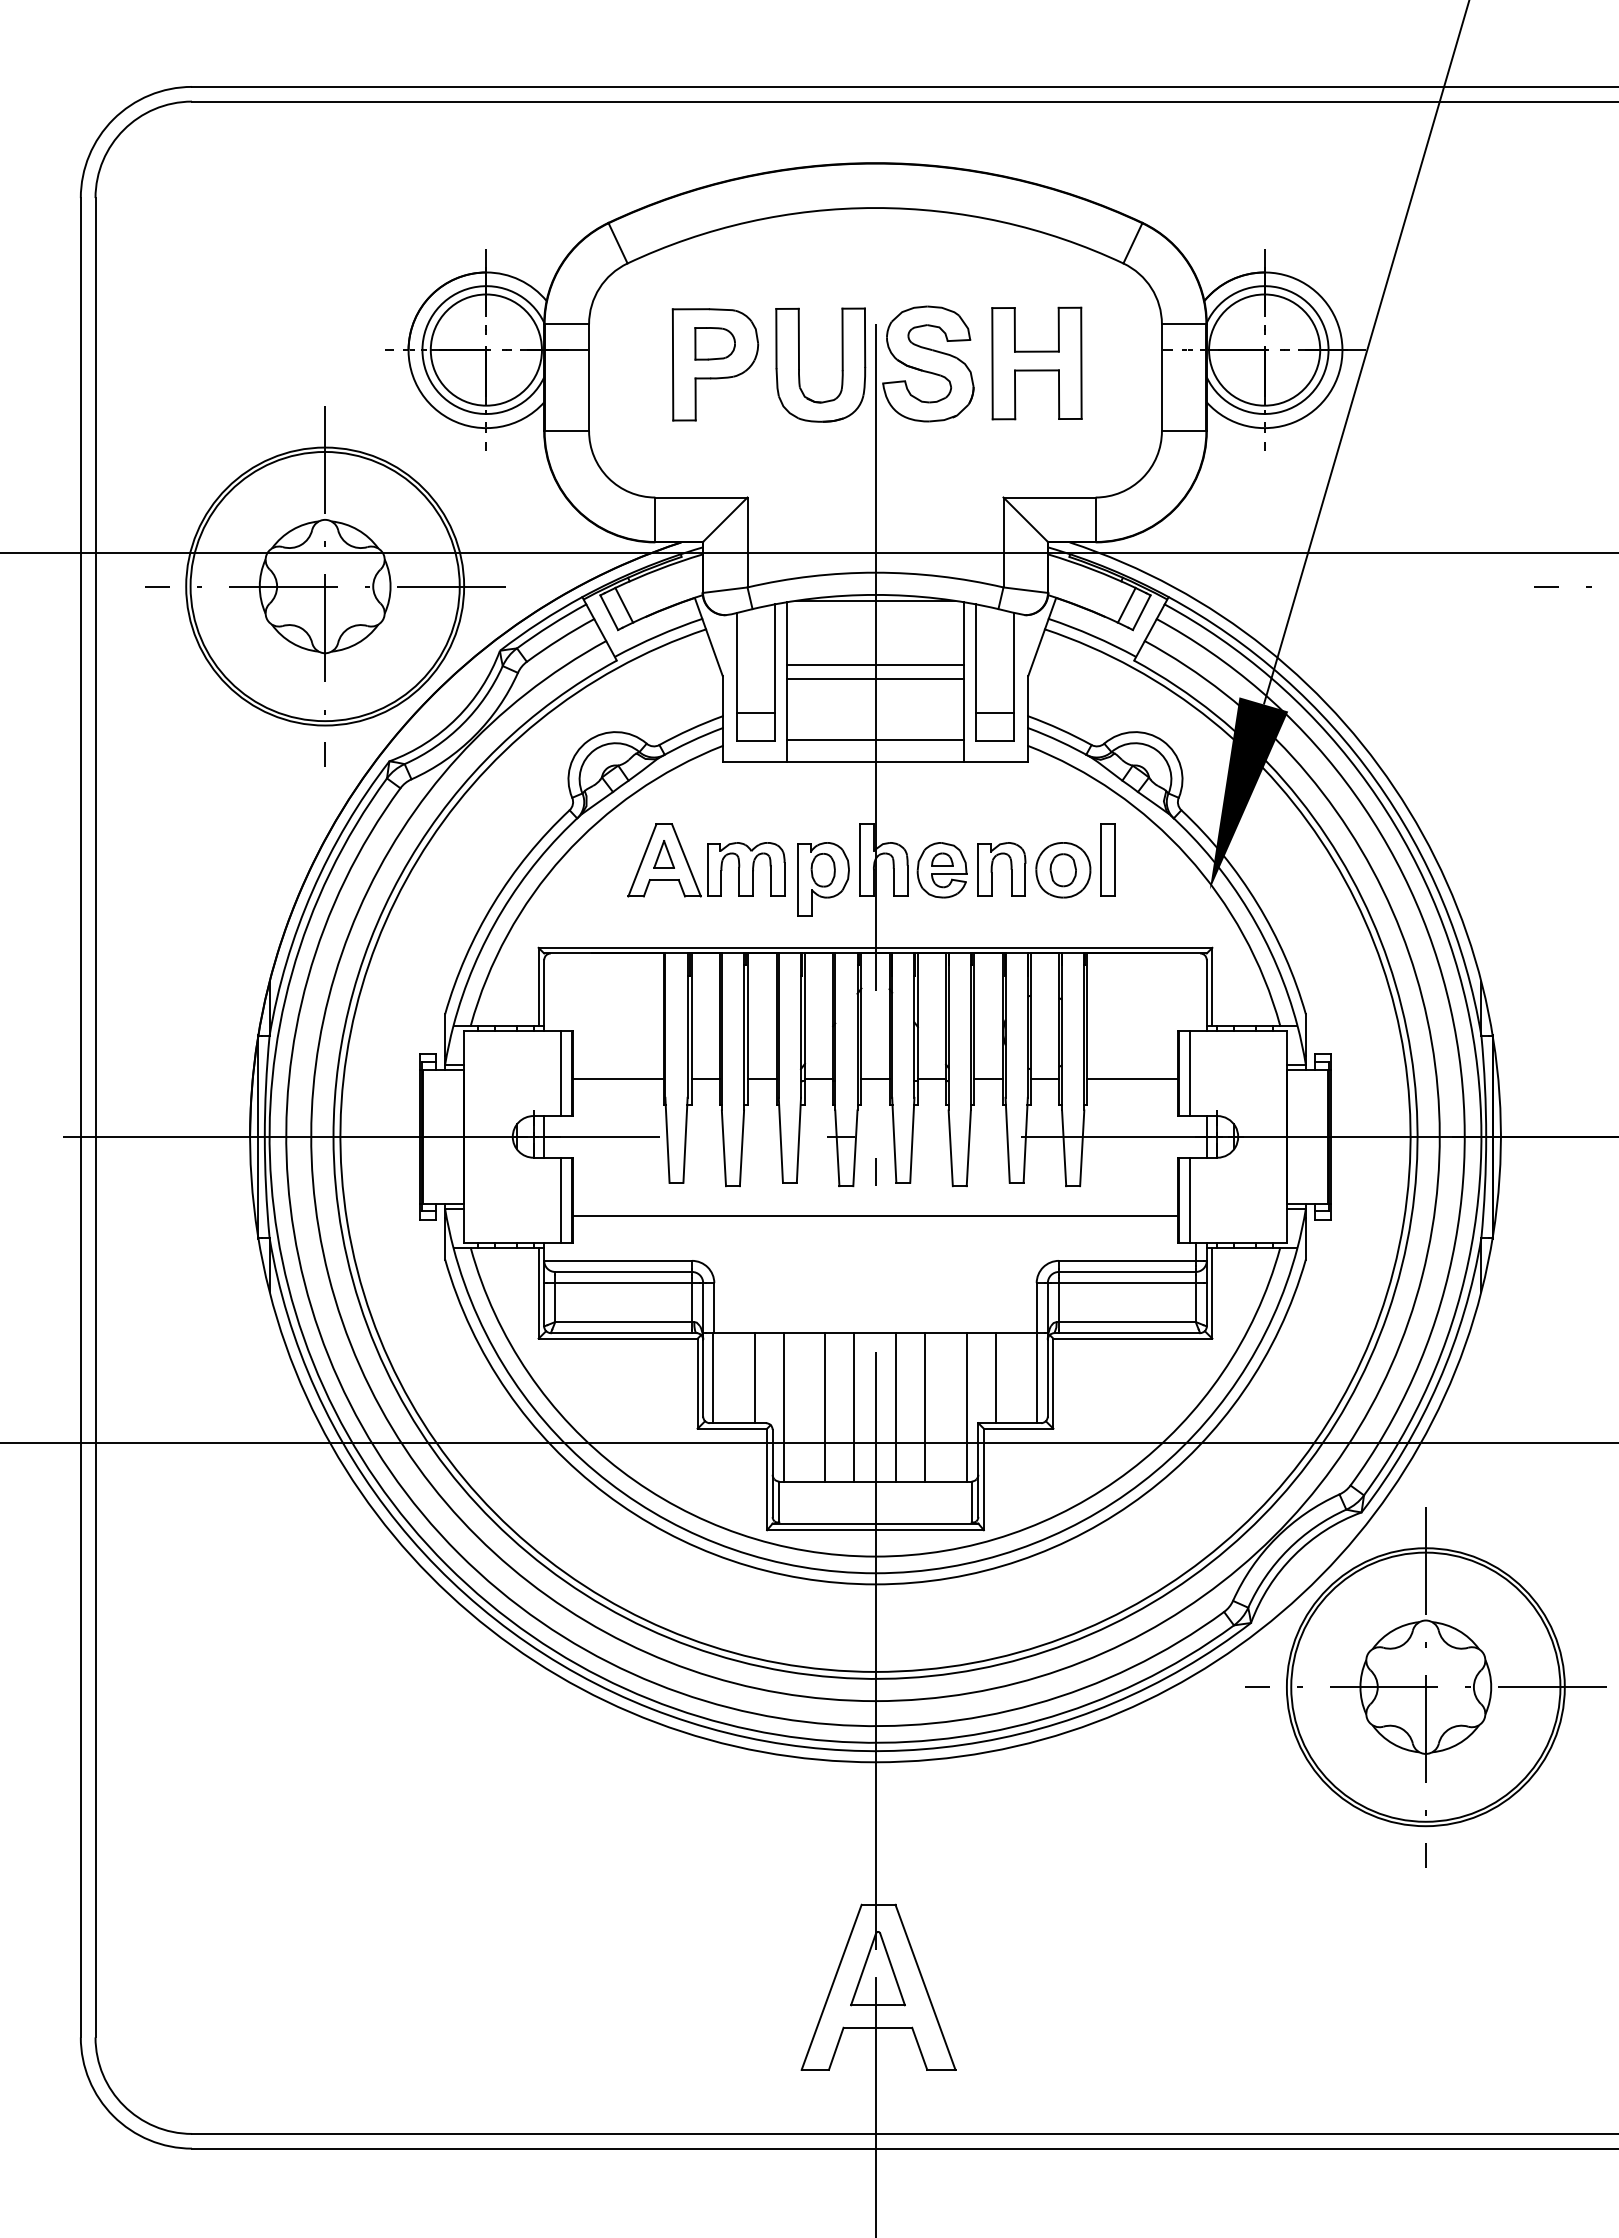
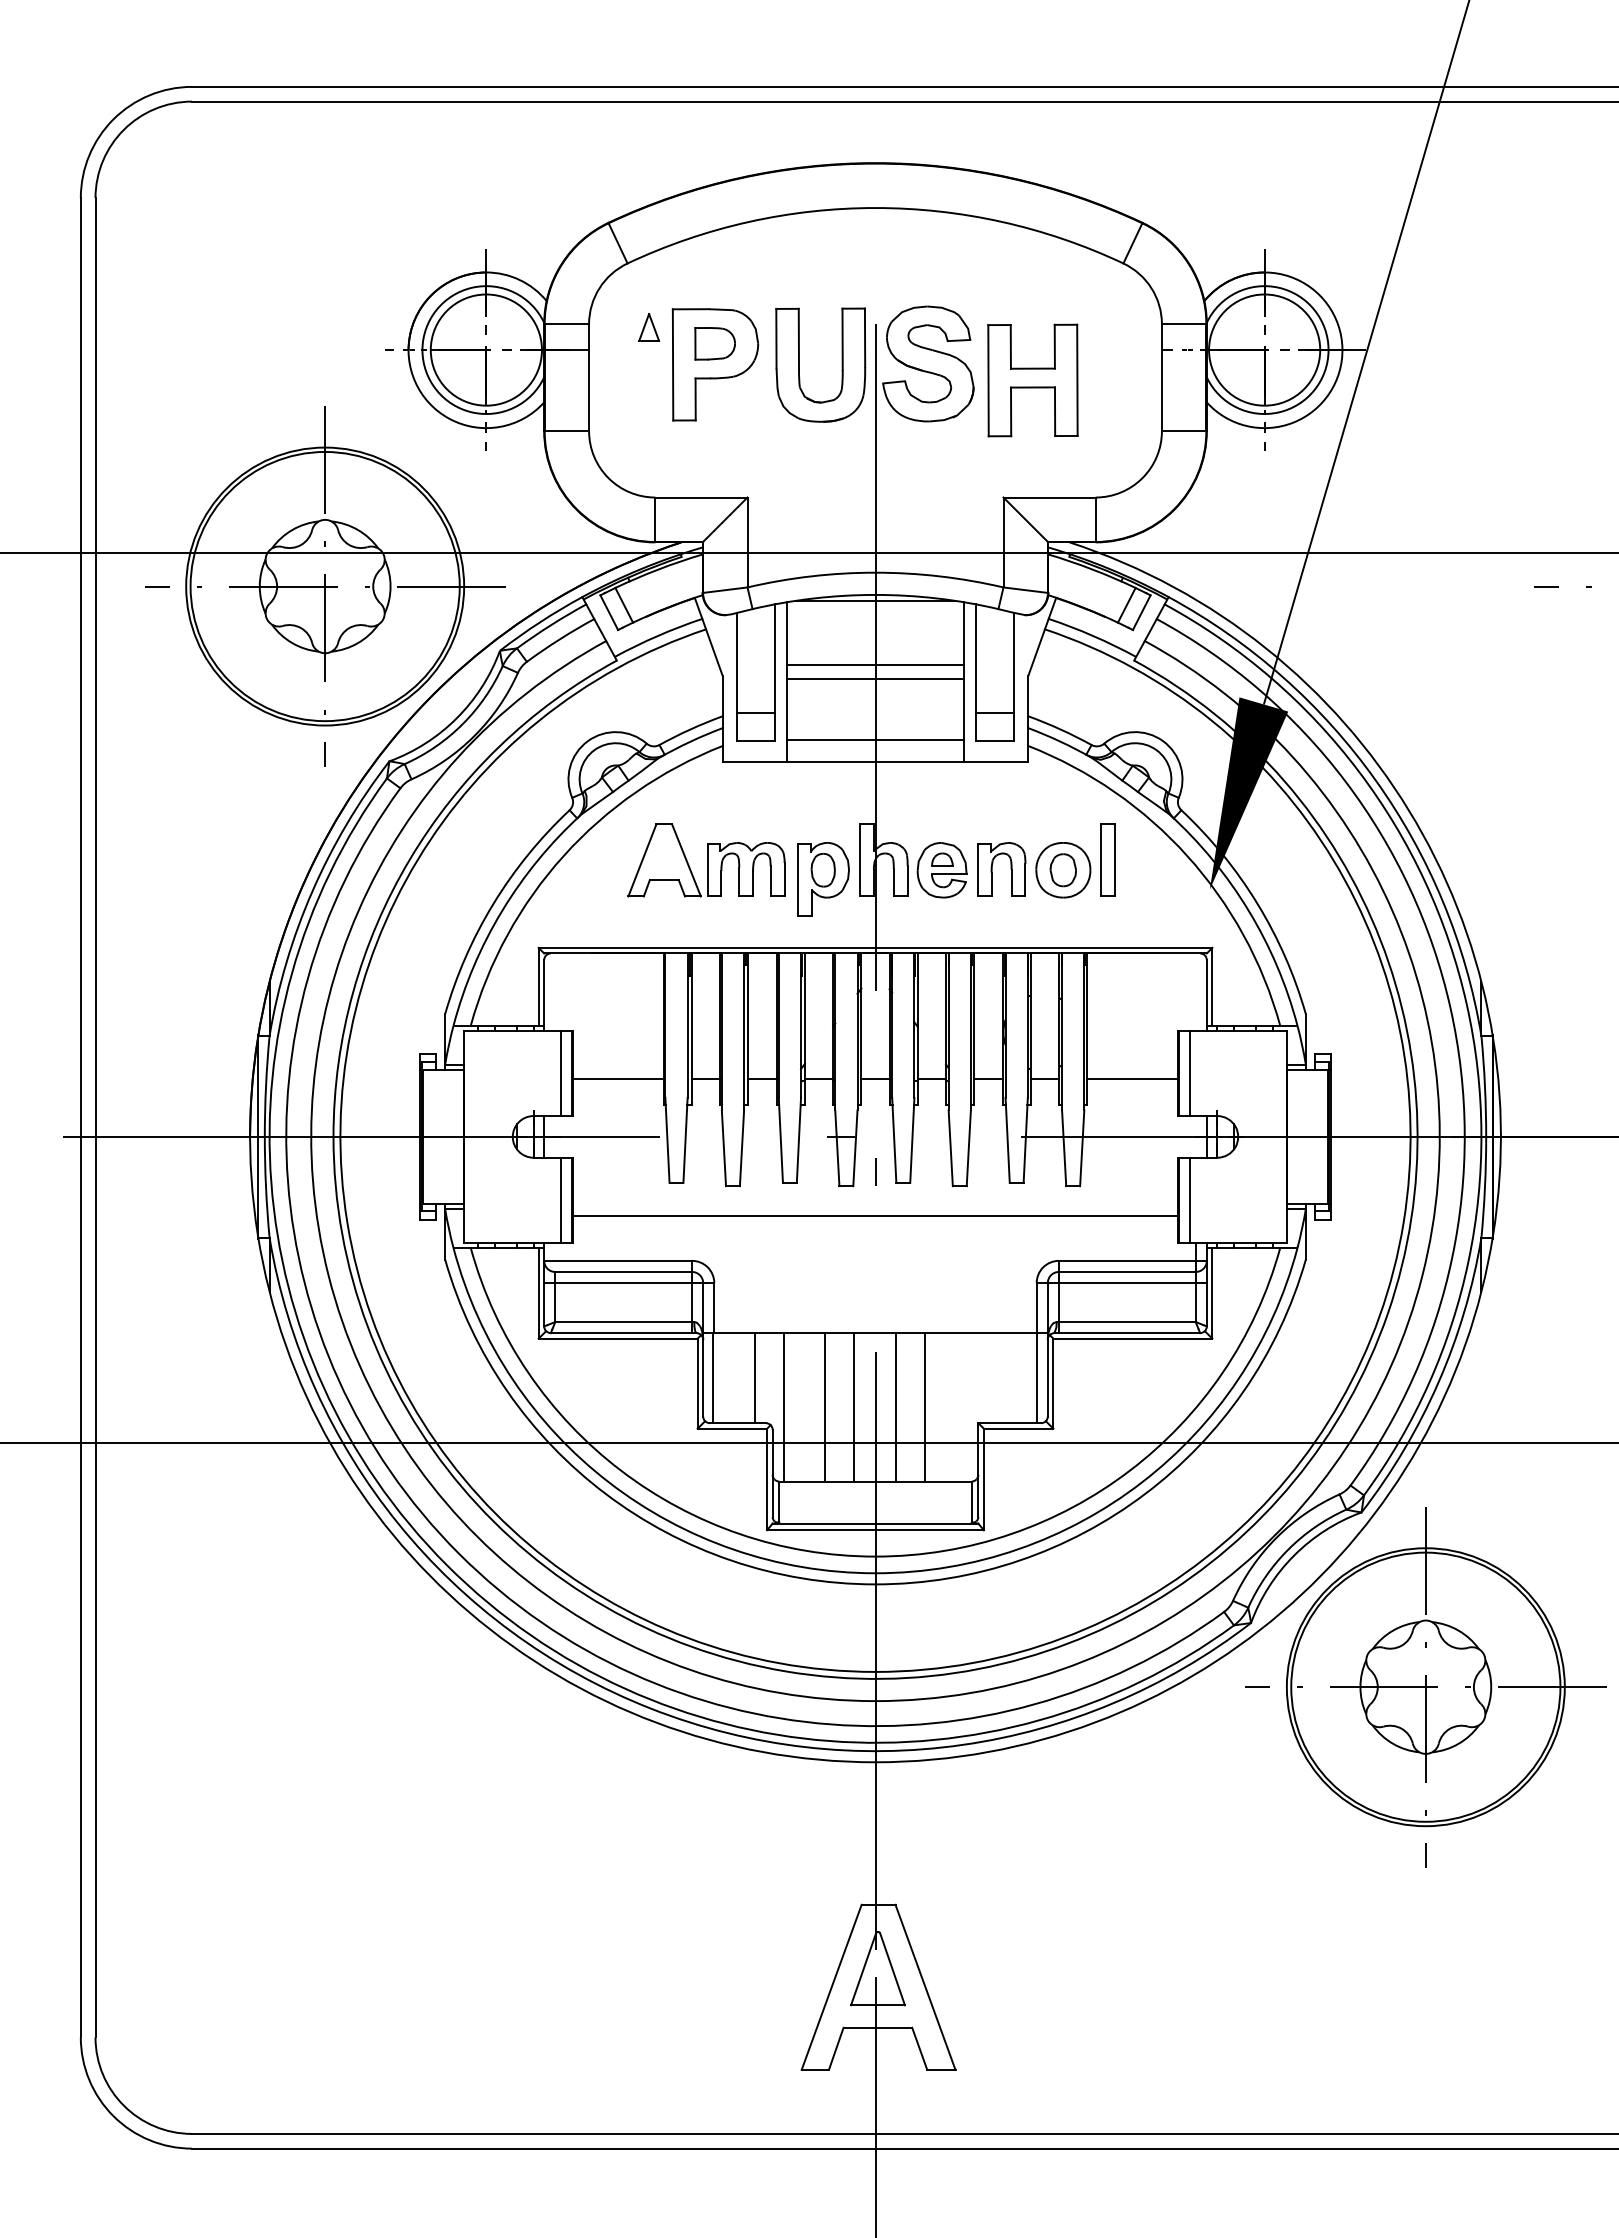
part at (1036, 363) position: (1036, 363) -> (1032, 380)
part at (663, 854) position: (663, 854) -> (648, 327)
line at (995, 1378): present -> none
line at (966, 1407): present -> none
